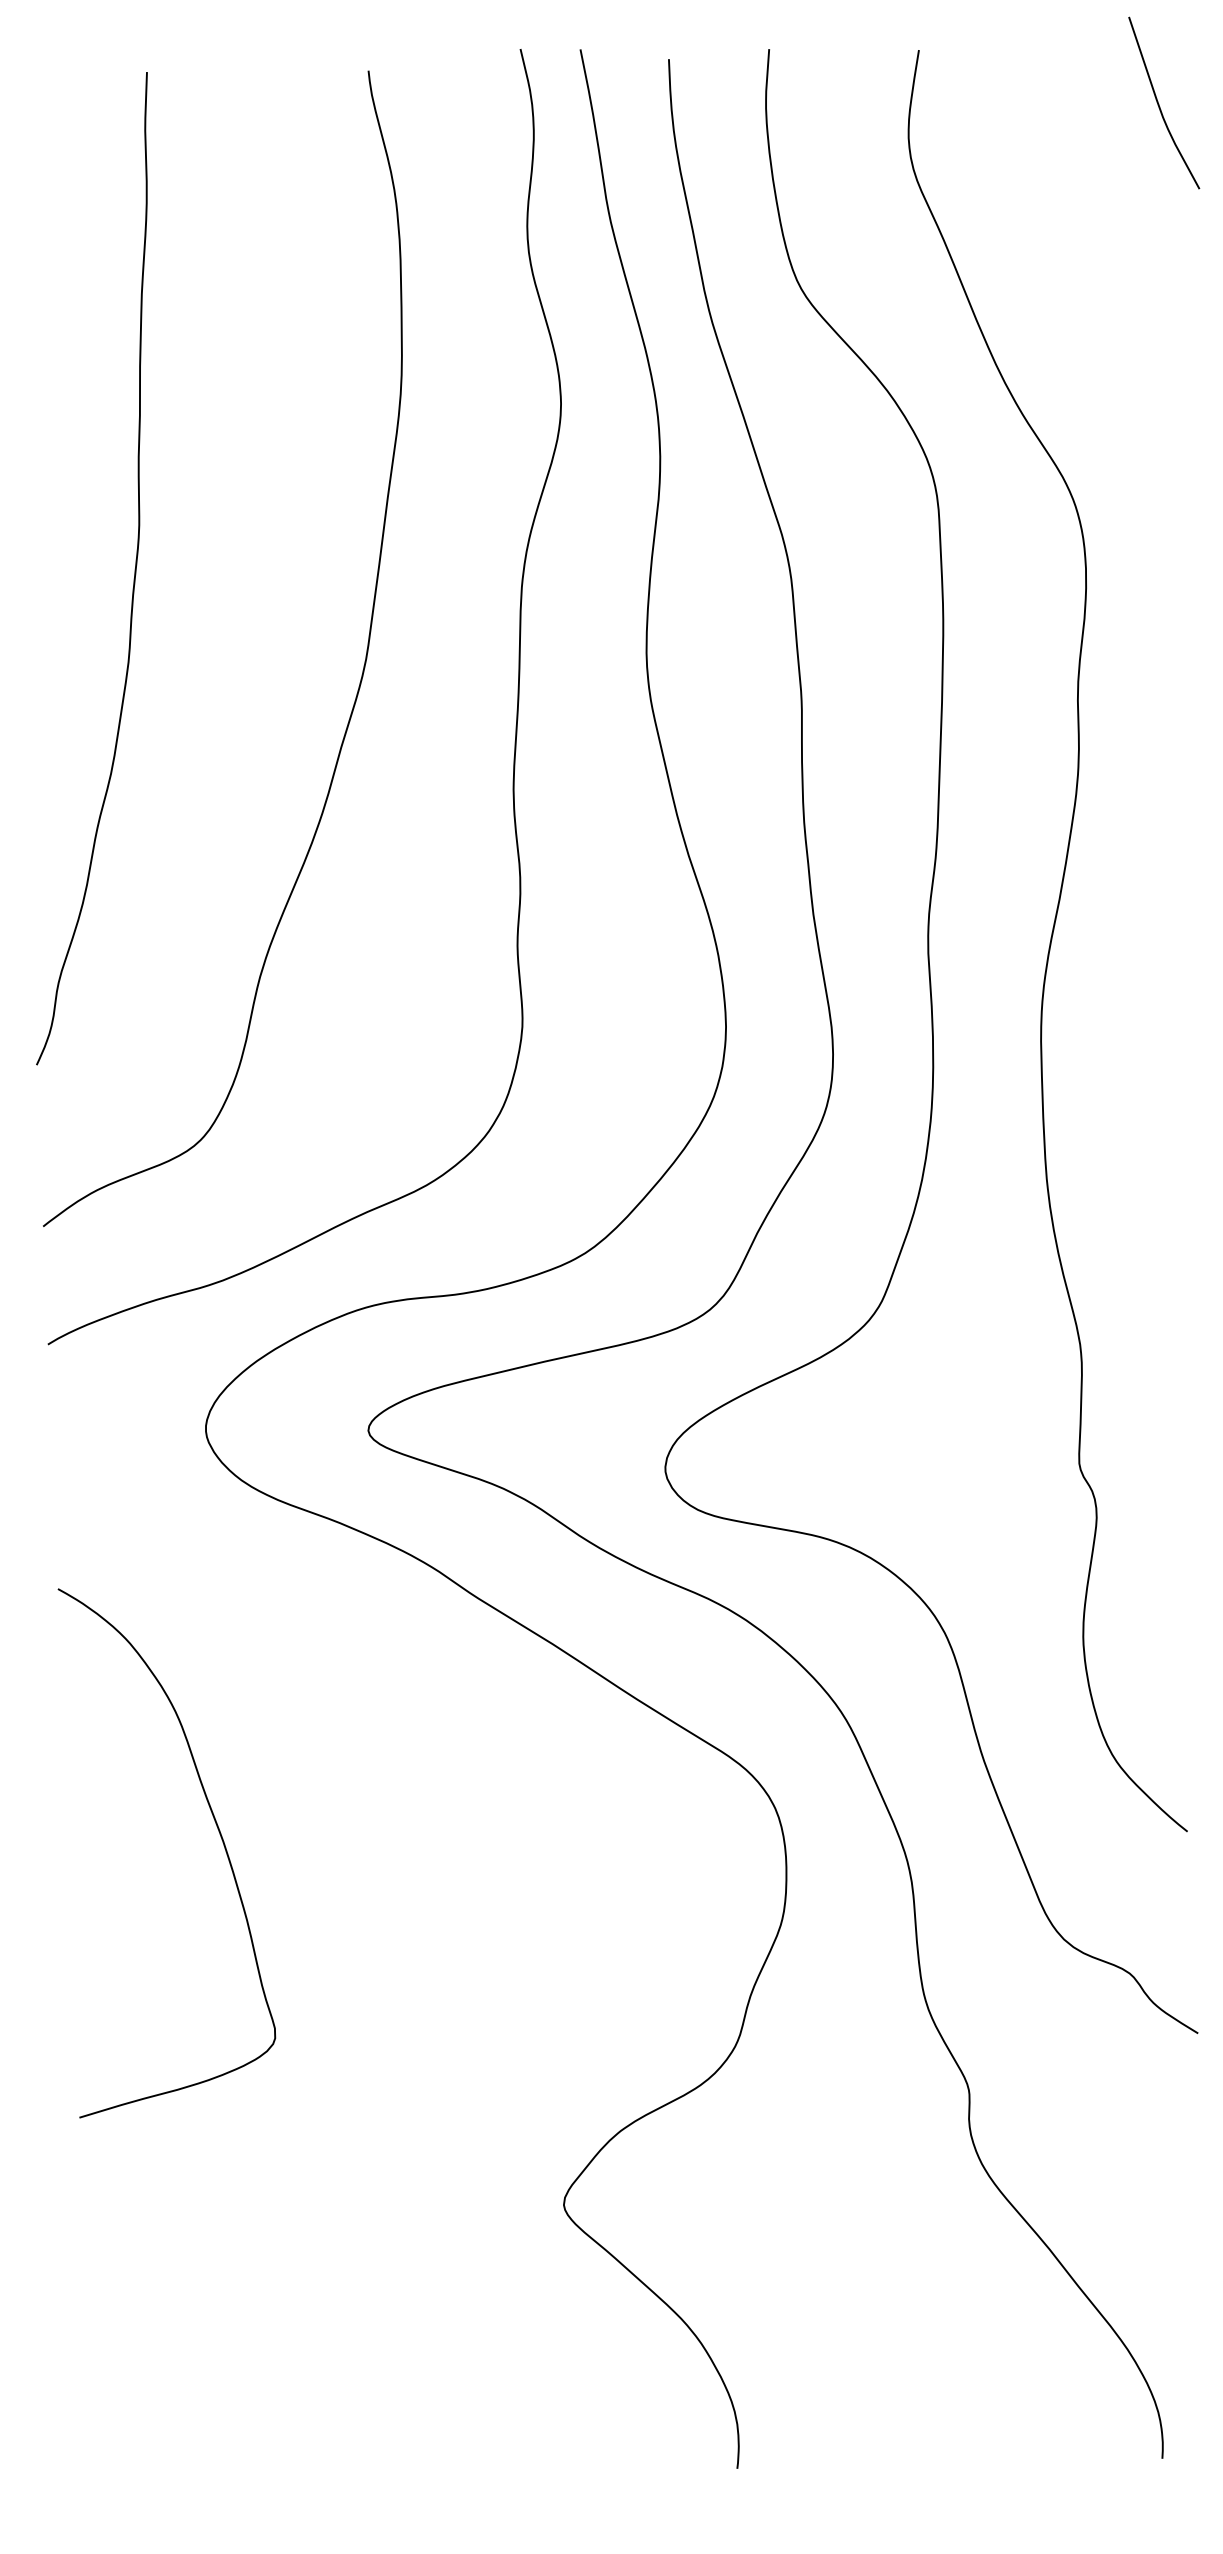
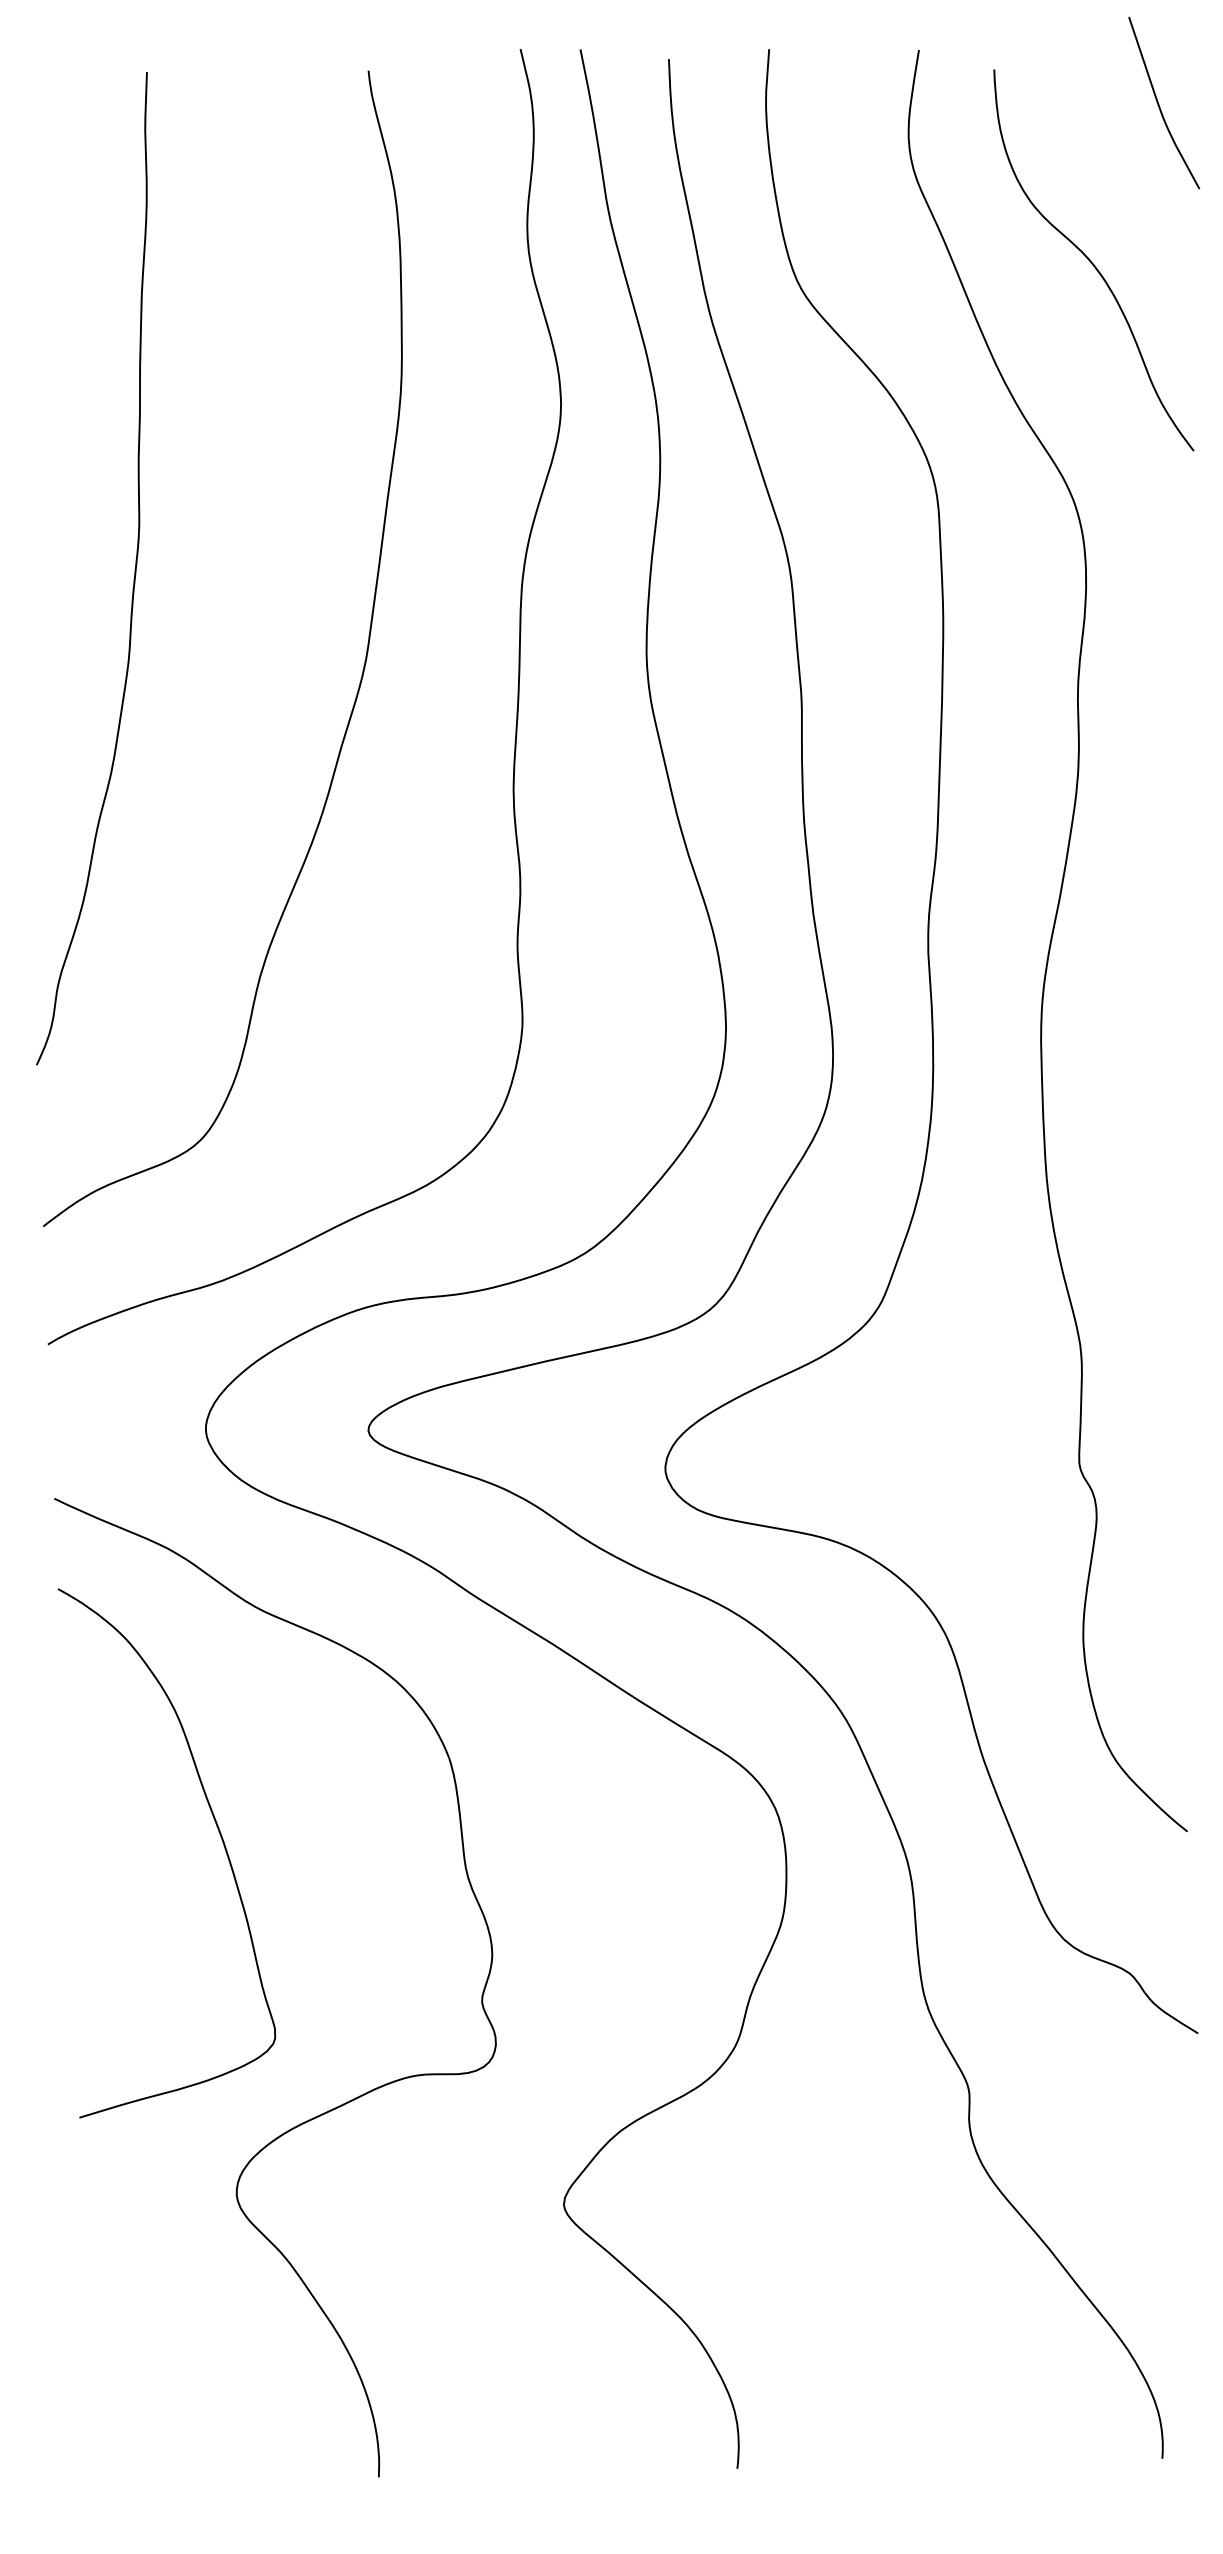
curve at (1091, 261): none -> present
part at (334, 2107): none -> present
